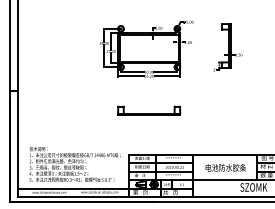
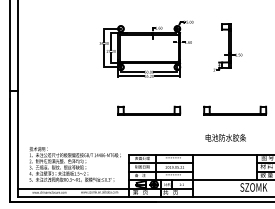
part at (235, 110): none -> present
text at (225, 167) position: (225, 167) -> (225, 137)
